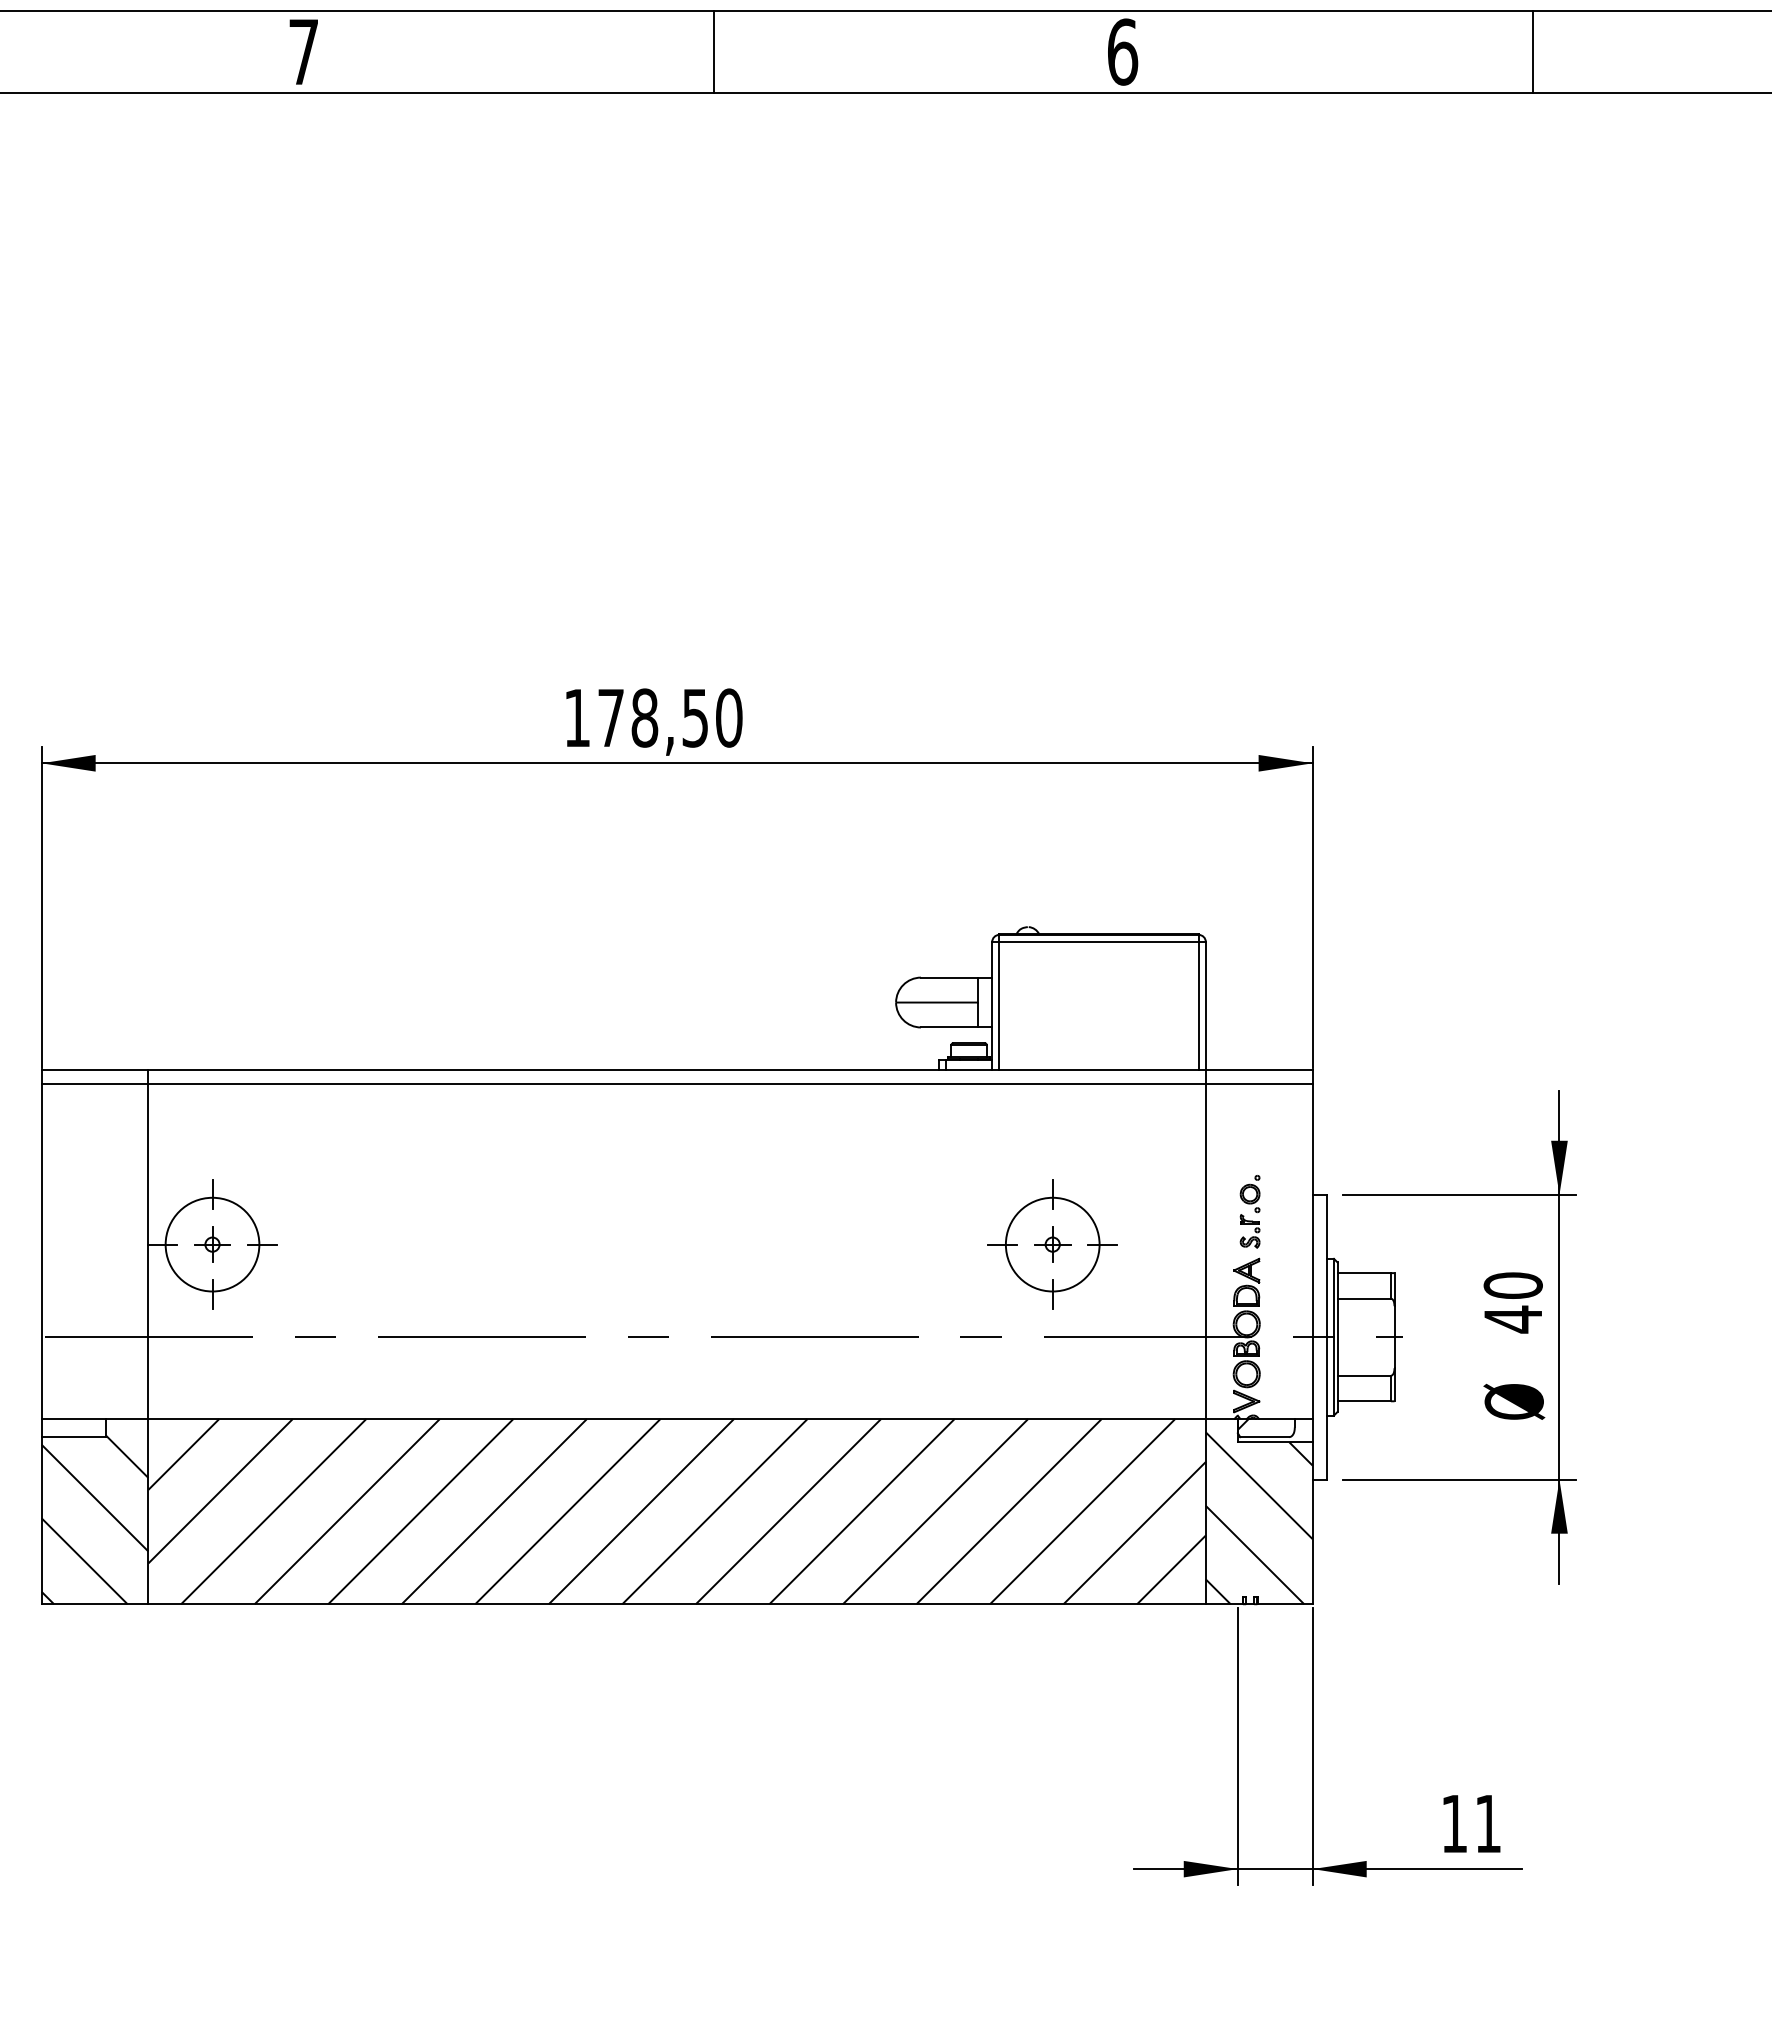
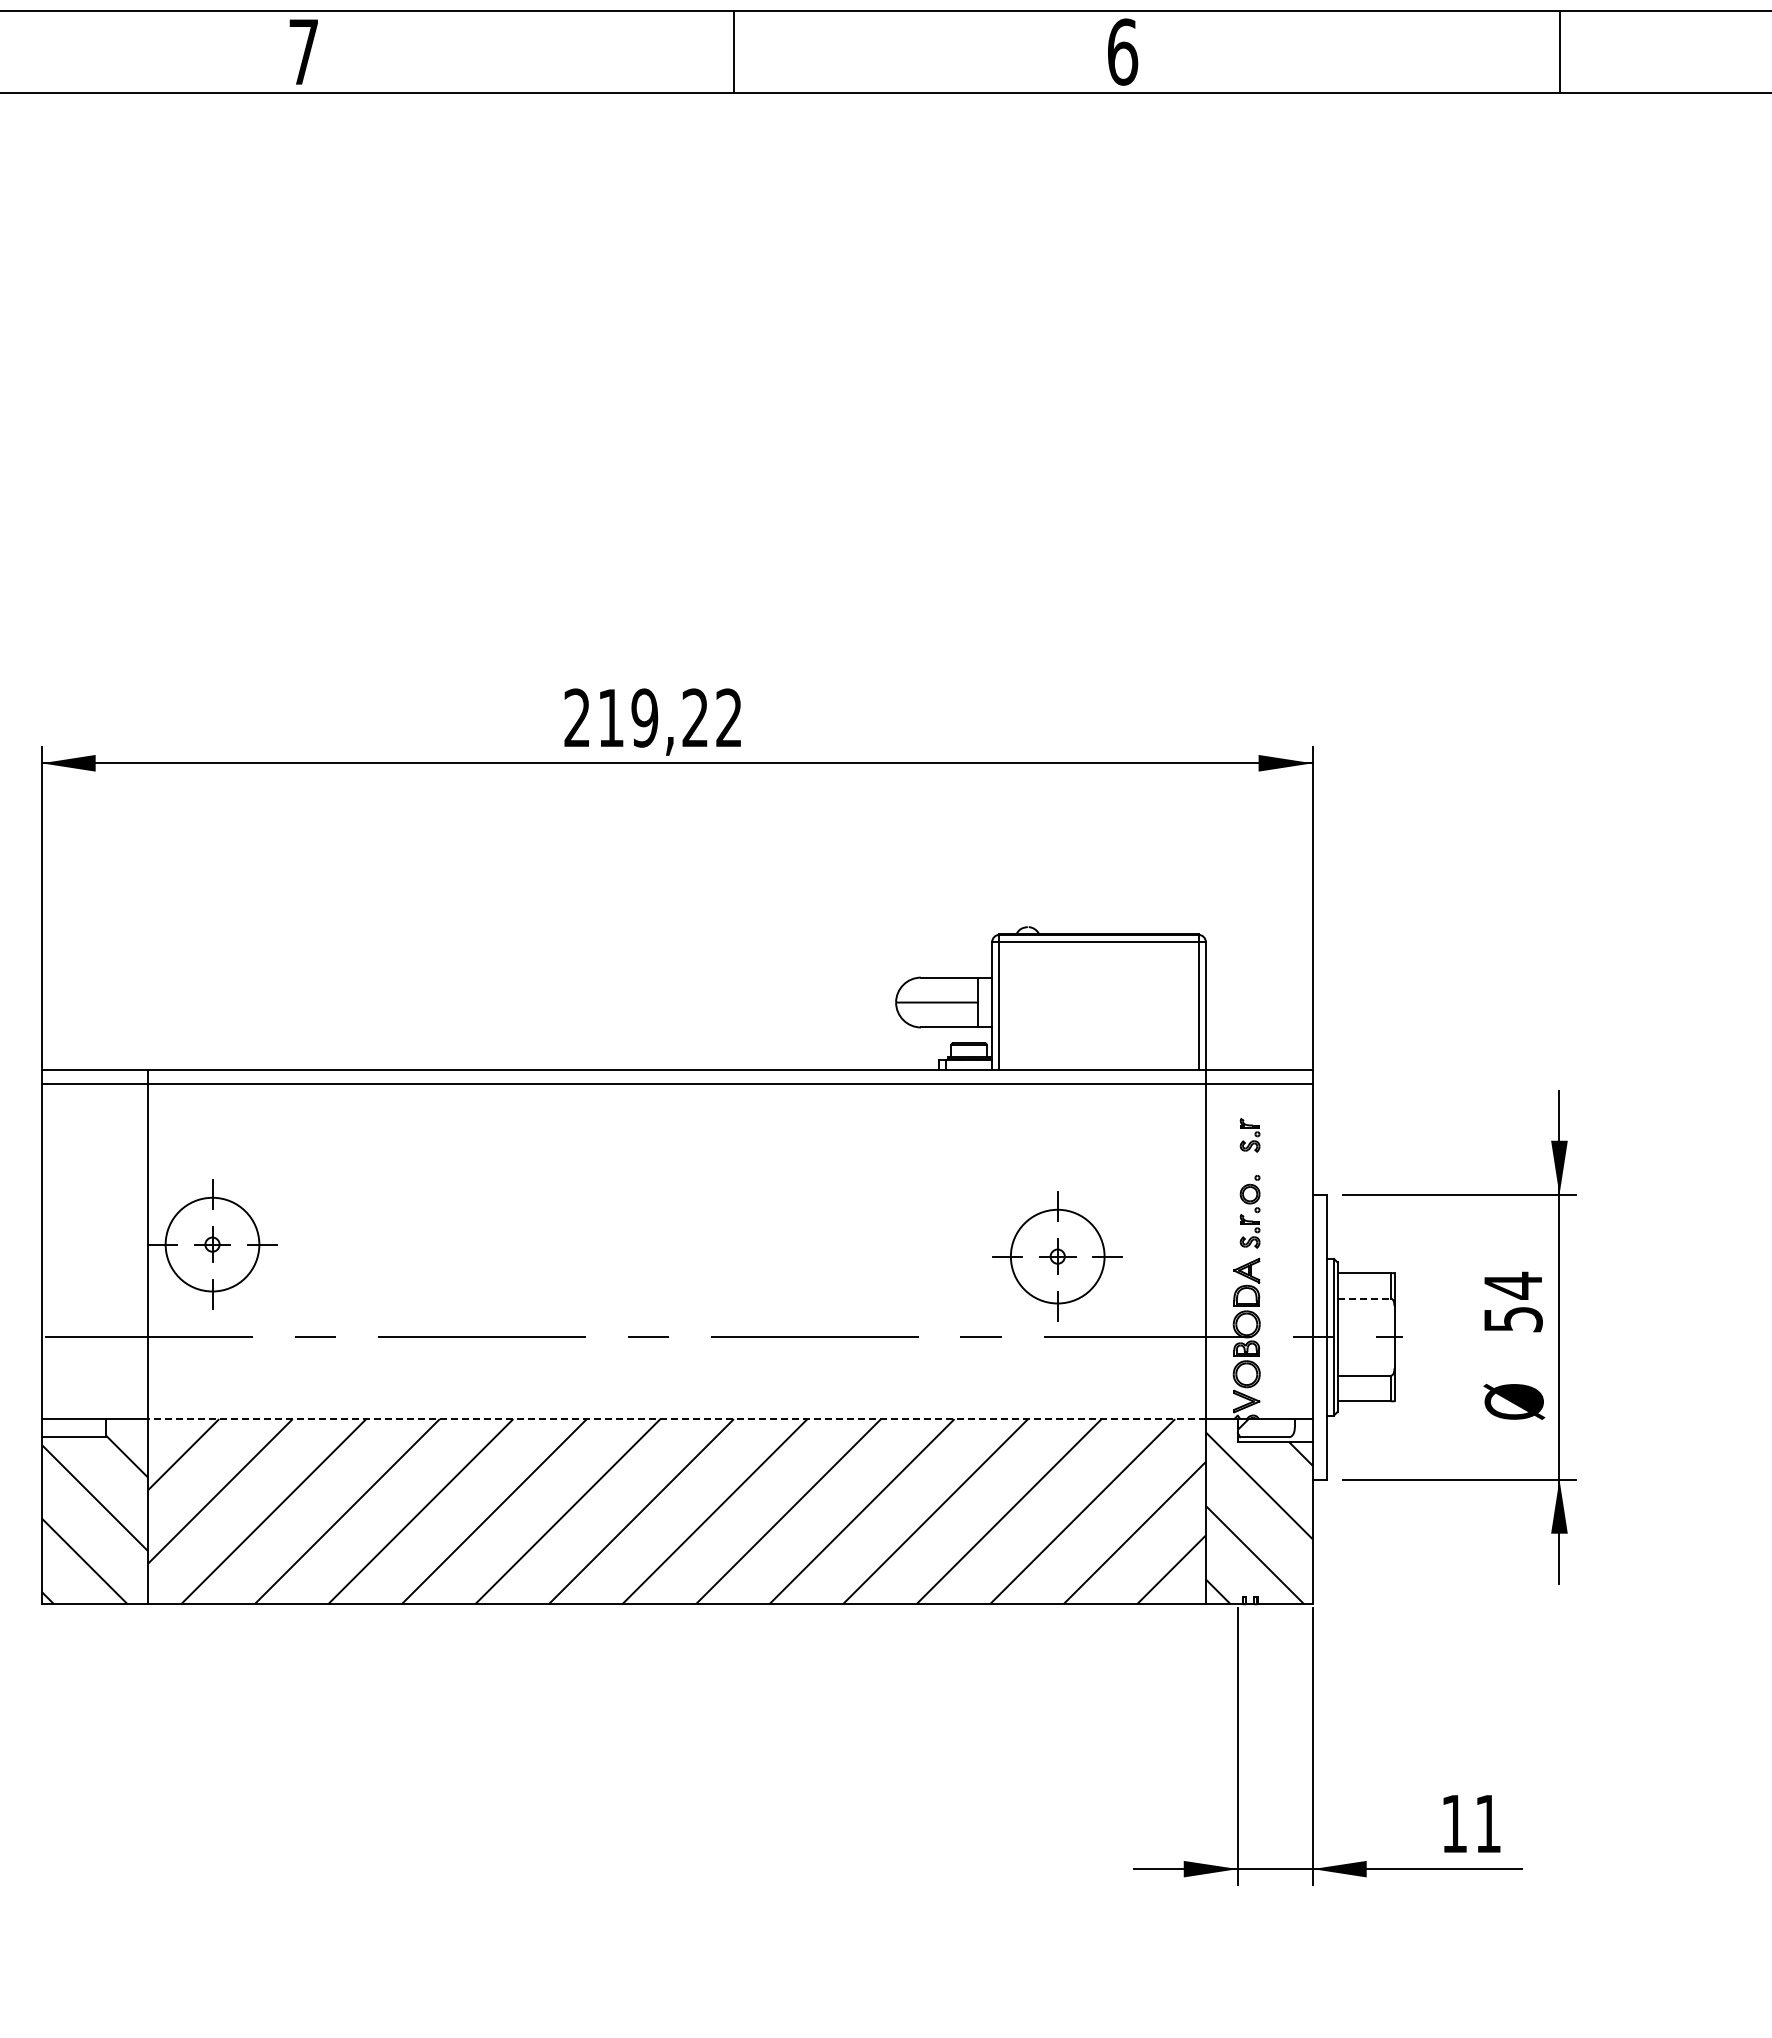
line at (714, 51) position: (714, 51) -> (734, 51)
line at (1532, 51) position: (1532, 51) -> (1559, 51)
text at (653, 717): 178,50 -> 219,22
part at (1249, 1135): none -> present
part at (1052, 1244) position: (1052, 1244) -> (1057, 1256)
line at (1364, 1298): solid -> dashed
text at (1512, 1302): 40 -> 54
line at (677, 1419): solid -> dashed
